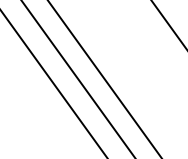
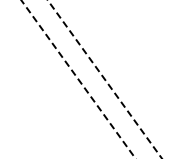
line at (168, 24): present -> none
line at (78, 79): solid -> dashed
line at (105, 79): solid -> dashed
line at (53, 83): present -> none
